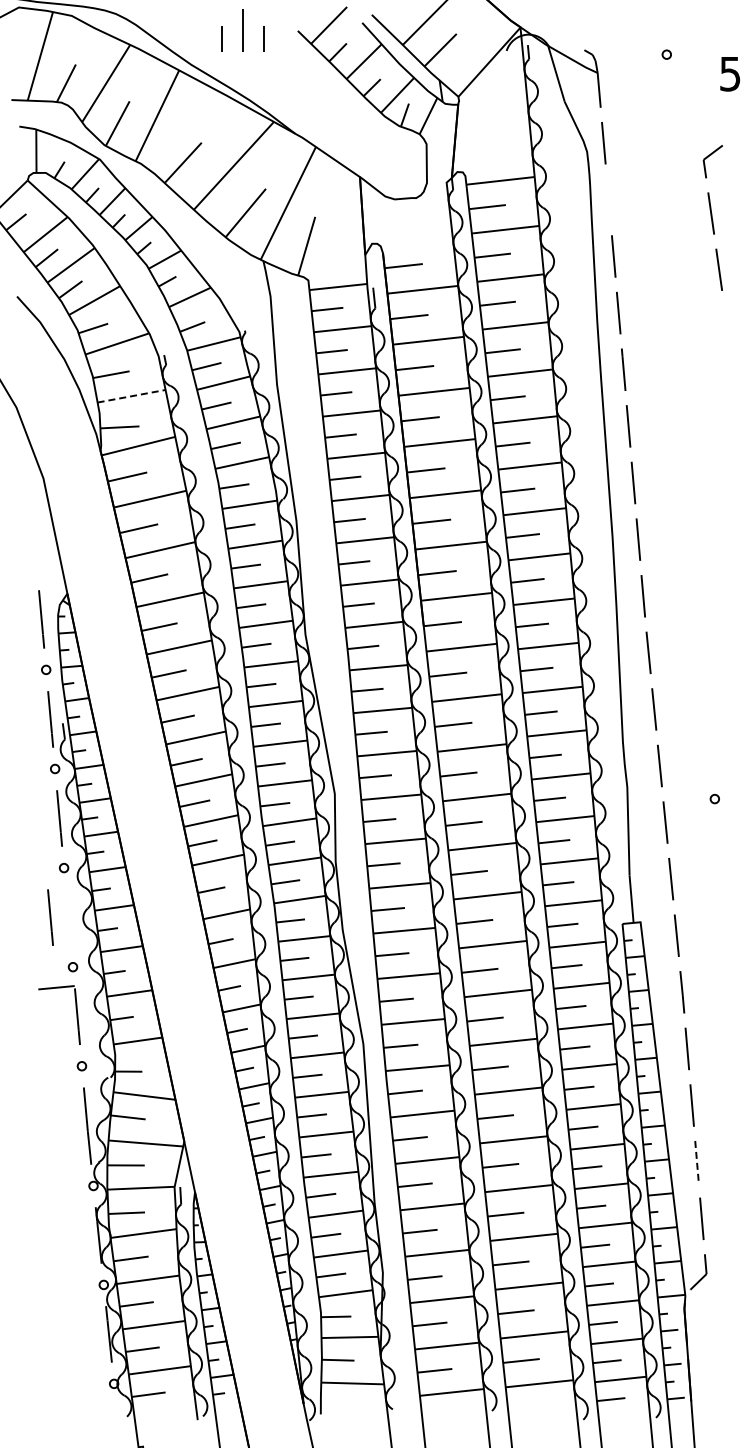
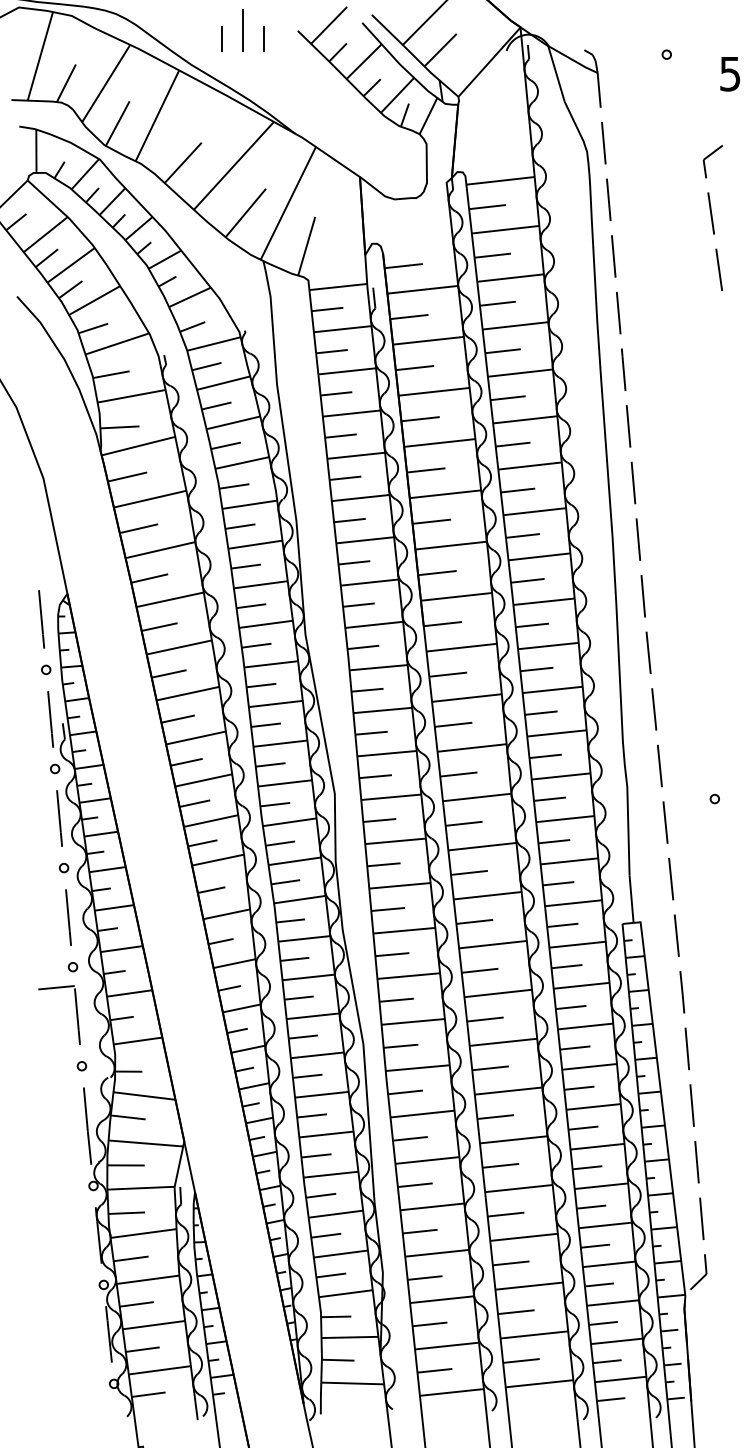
line at (608, 199): none -> present
line at (131, 396): dashed -> solid
line at (50, 917) position: (50, 917) -> (68, 917)
line at (697, 1162): dashed -> solid
